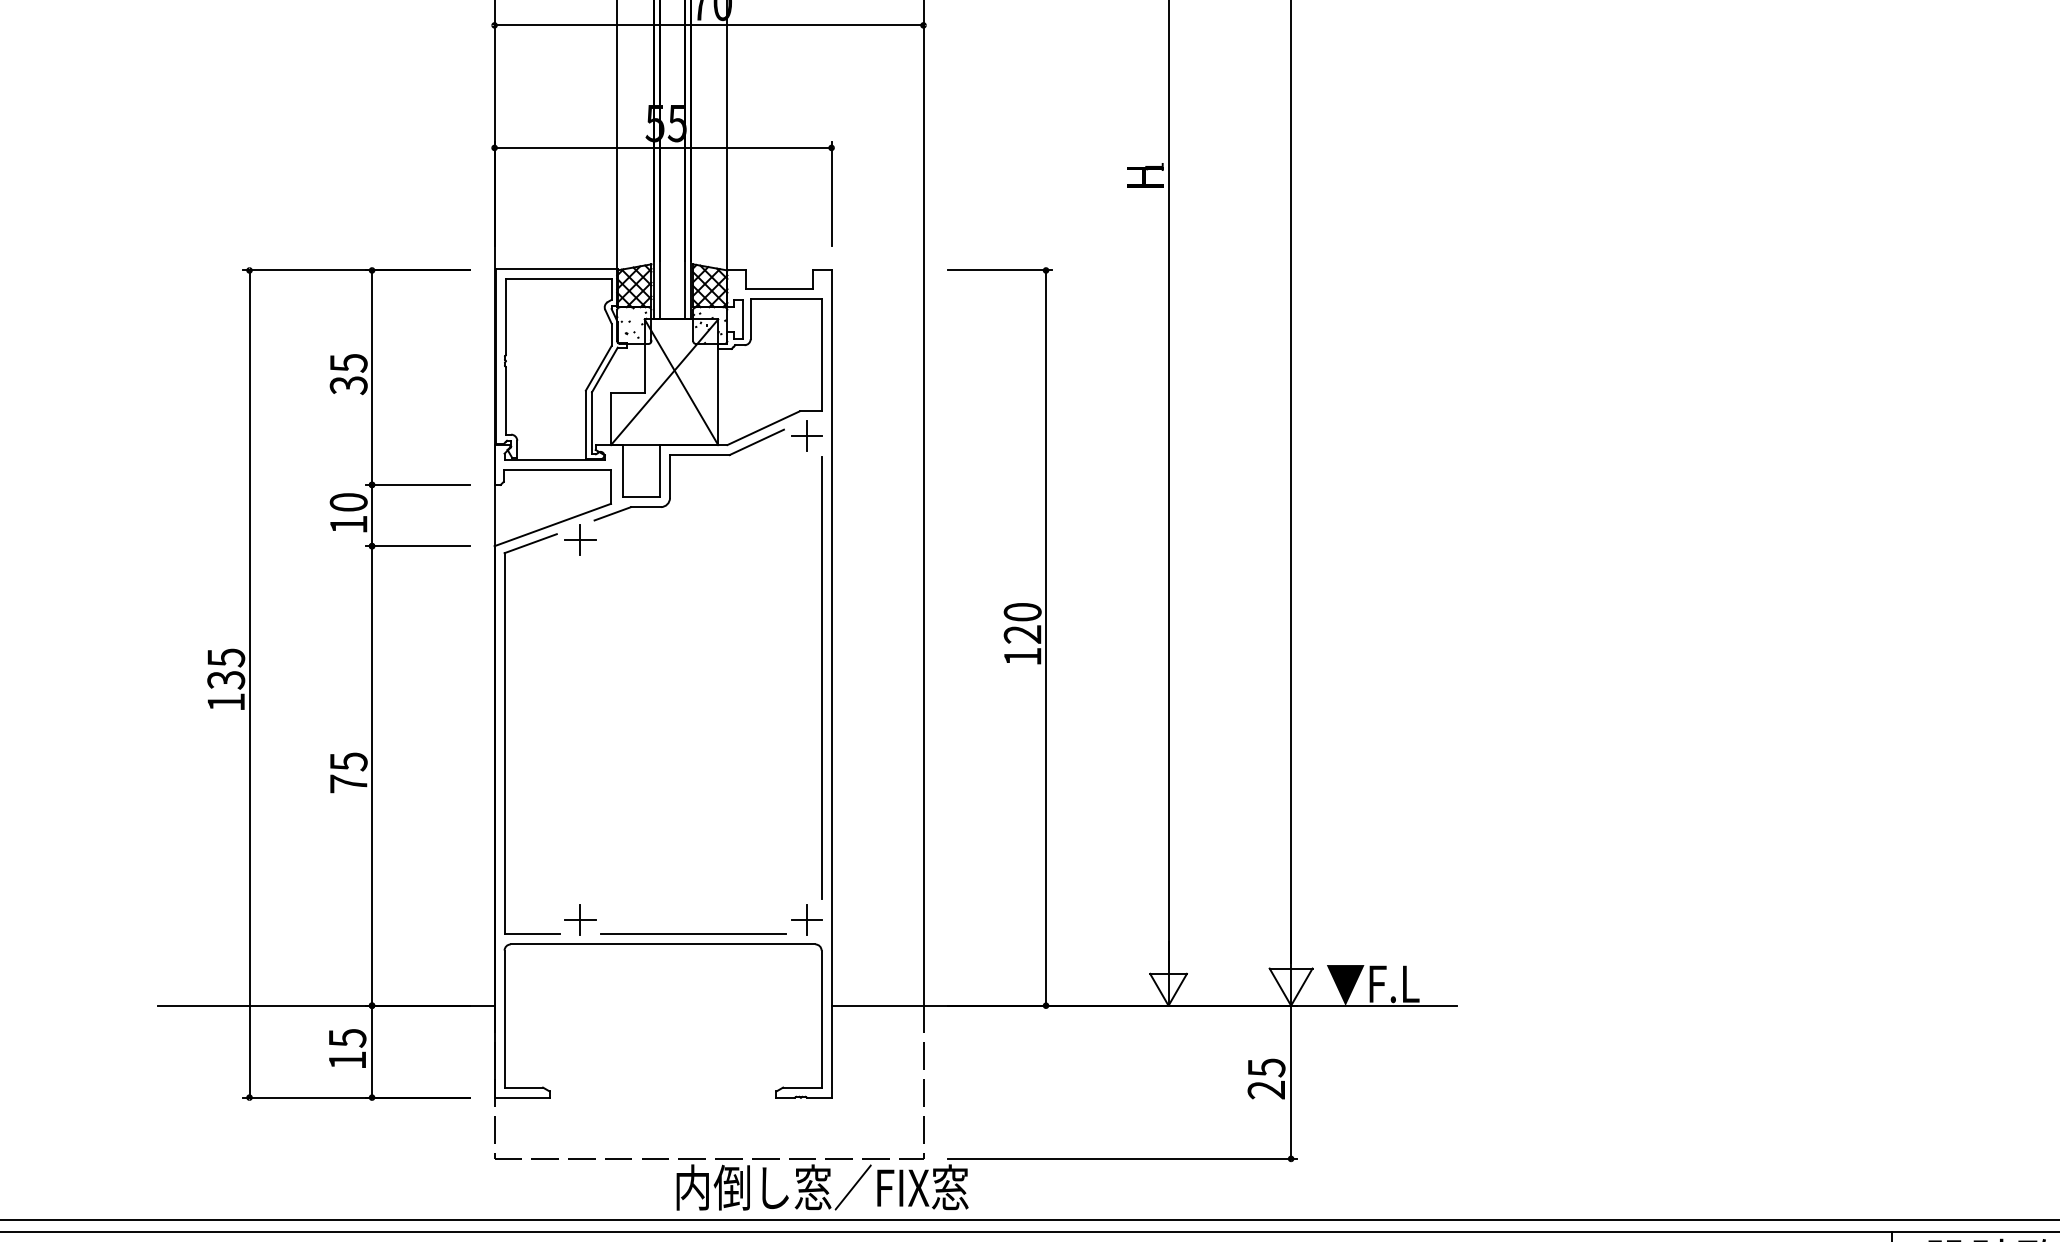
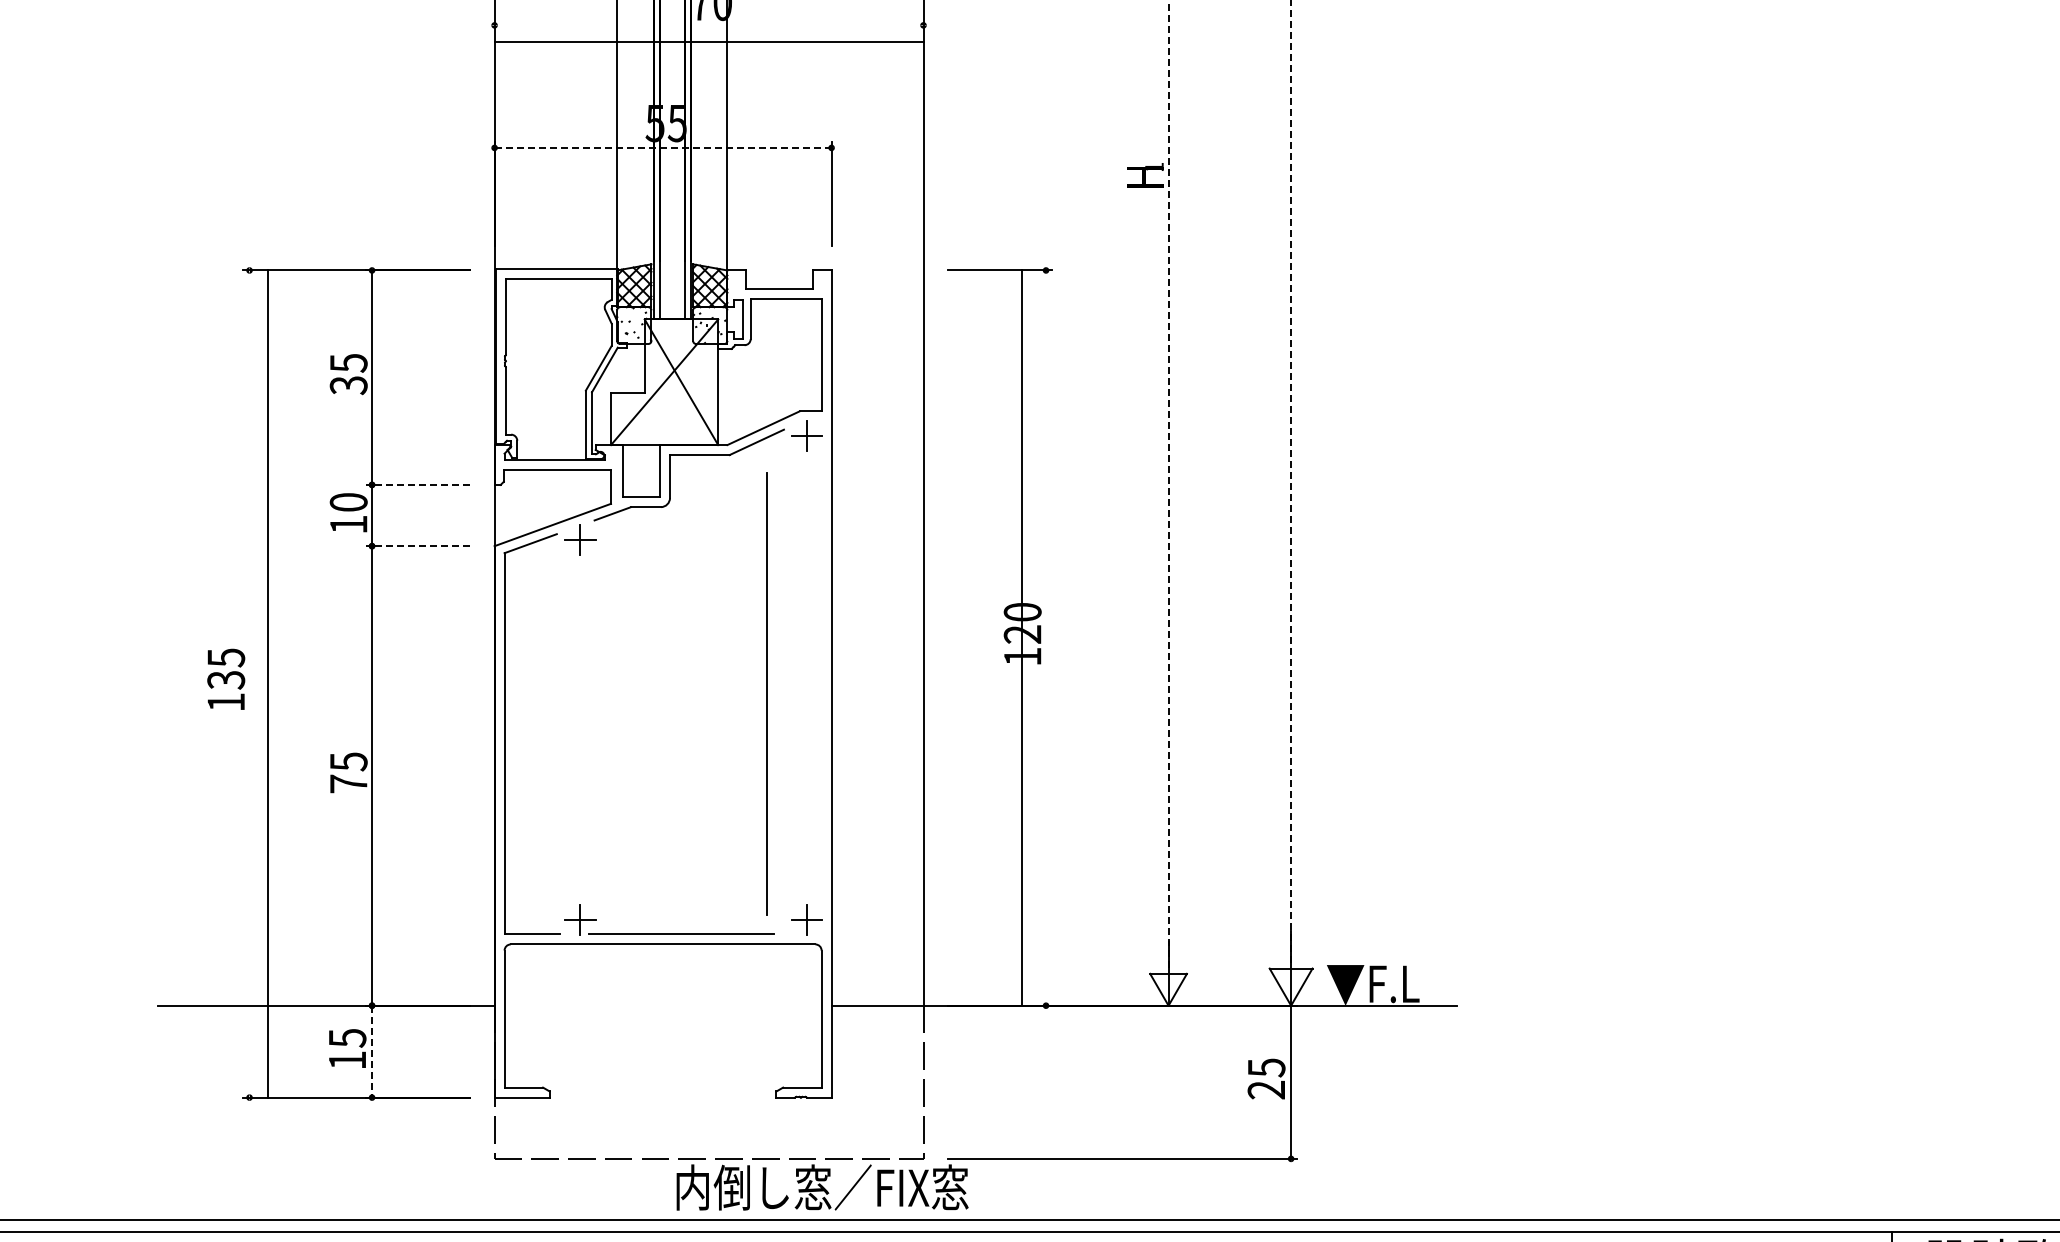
line at (708, 25) position: (708, 25) -> (708, 42)
line at (662, 147): solid -> dashed
line at (1291, 481): solid -> dashed
line at (417, 484): solid -> dashed
line at (1168, 485): solid -> dashed
line at (417, 546): solid -> dashed
line at (1046, 637) position: (1046, 637) -> (1022, 637)
line at (821, 677) position: (821, 677) -> (766, 693)
line at (249, 683) position: (249, 683) -> (267, 683)
line at (693, 933) position: (693, 933) -> (681, 933)
line at (372, 1051): solid -> dashed
